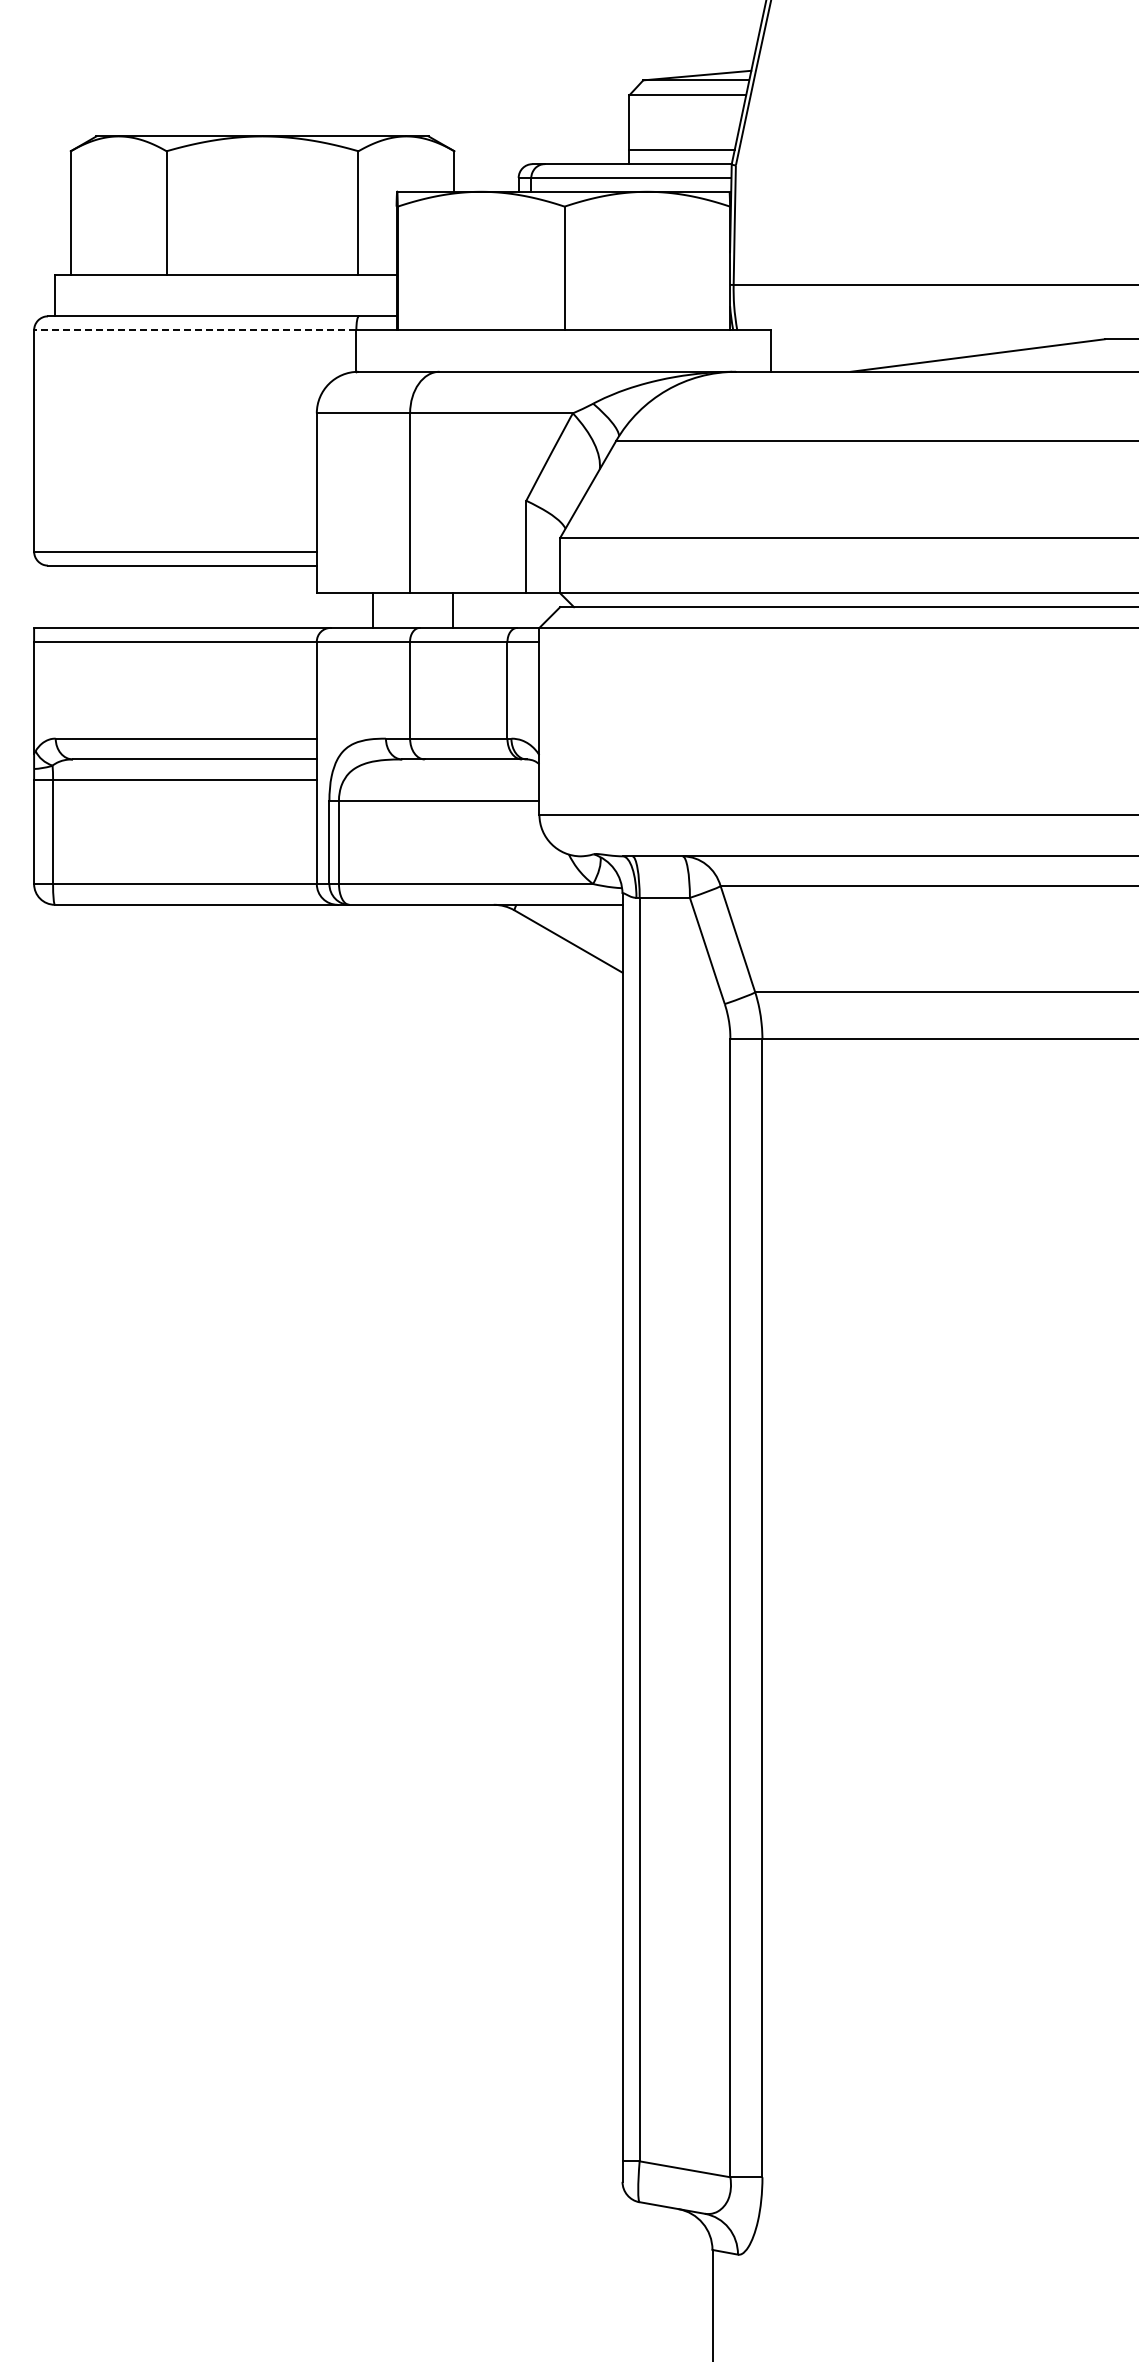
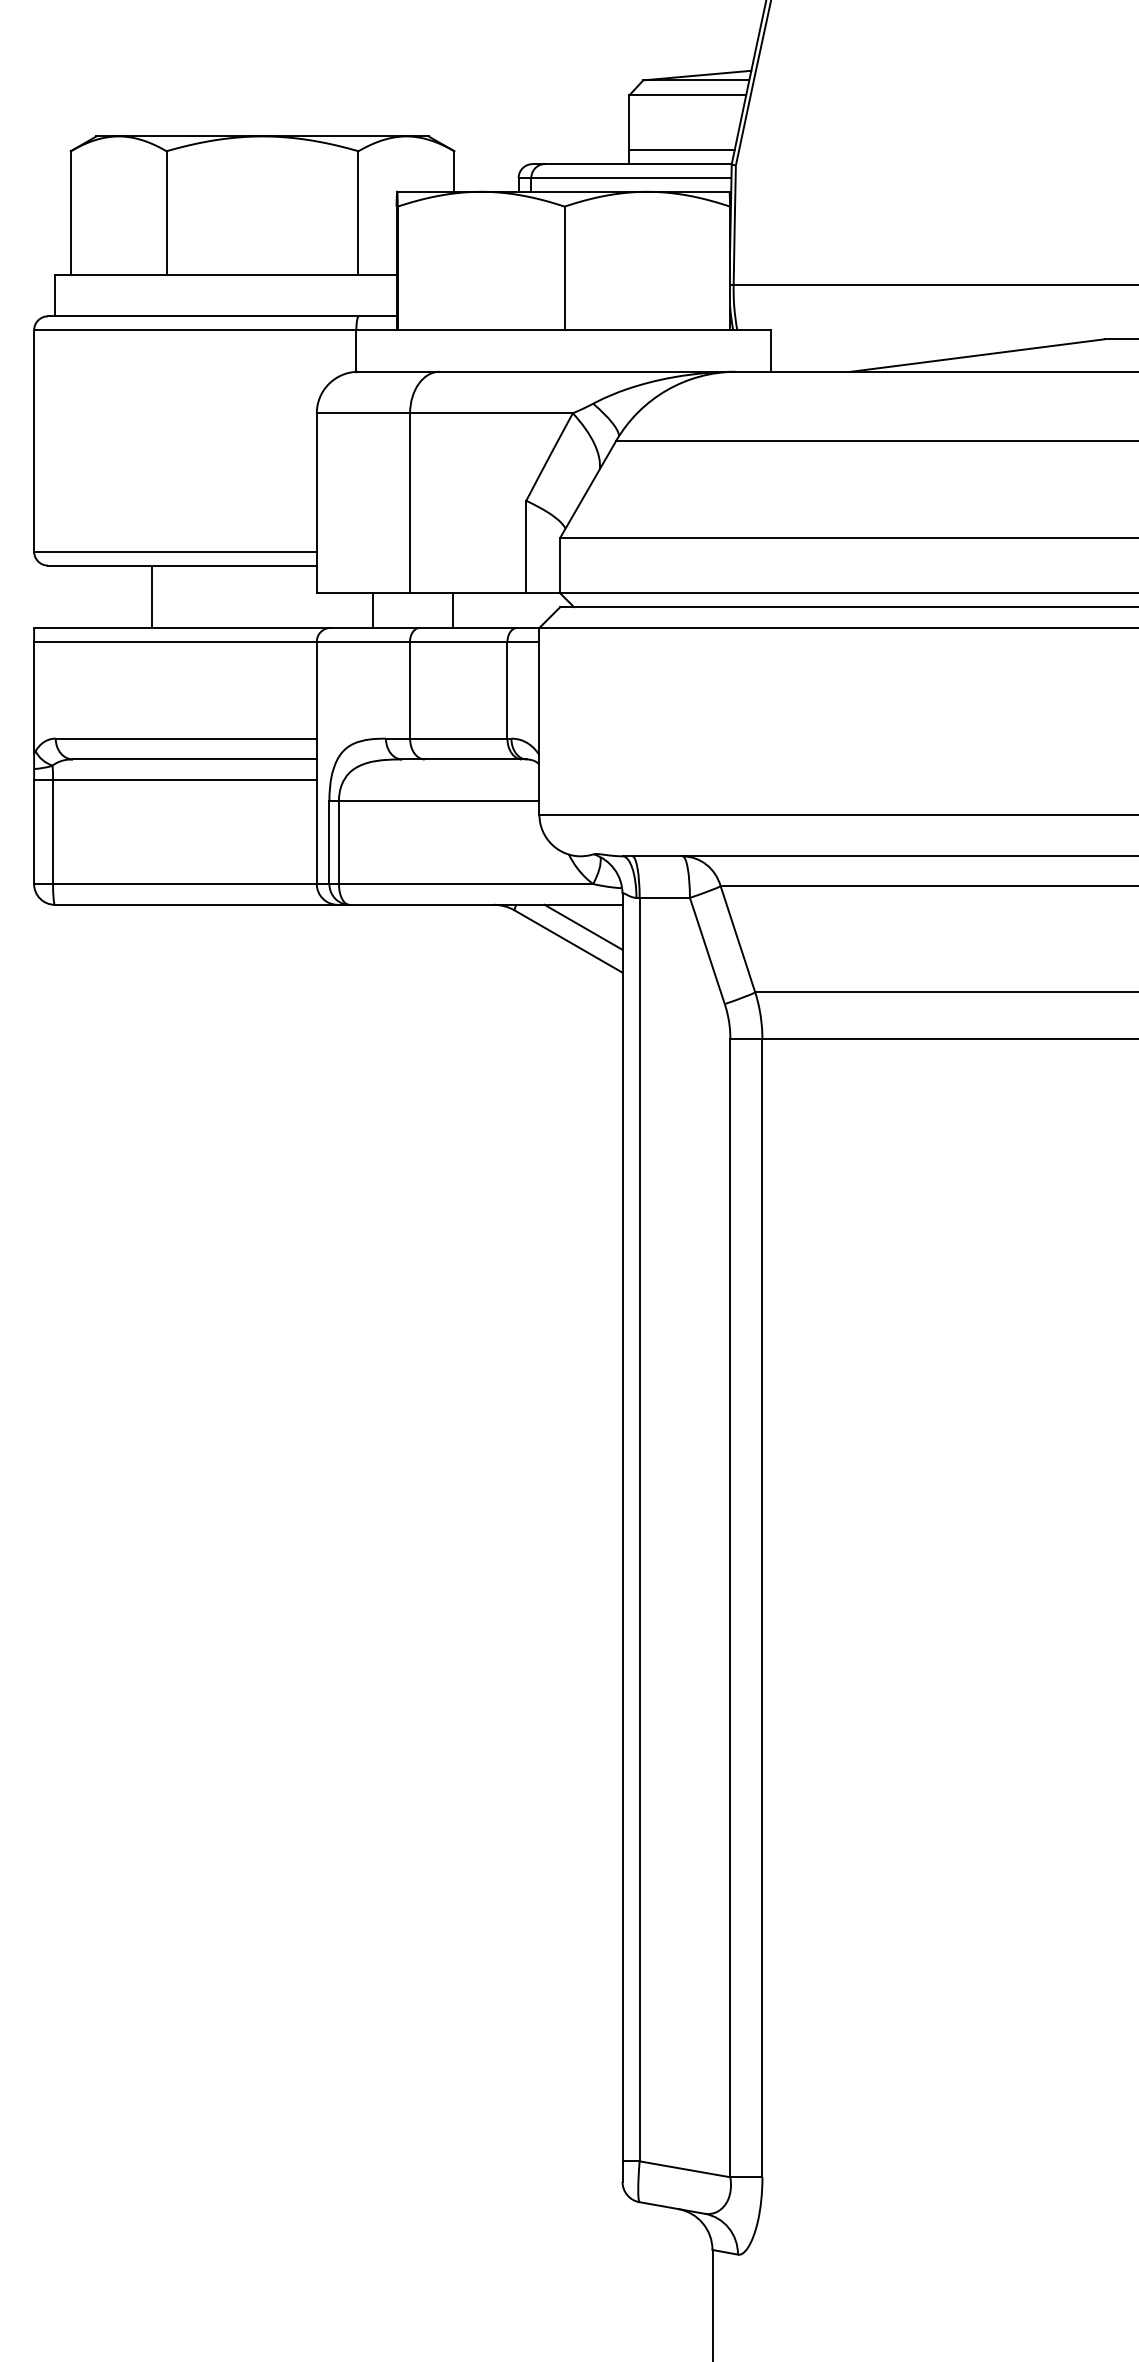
line at (194, 330): dashed -> solid
line at (151, 596): none -> present
line at (583, 926): none -> present
